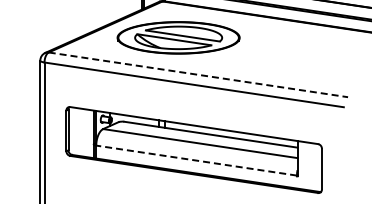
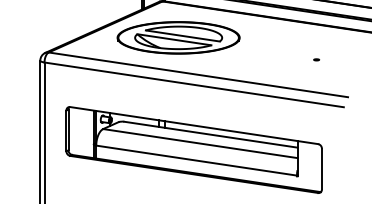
part at (316, 59): none -> present
line at (198, 74): dashed -> solid
line at (196, 160): dashed -> solid
